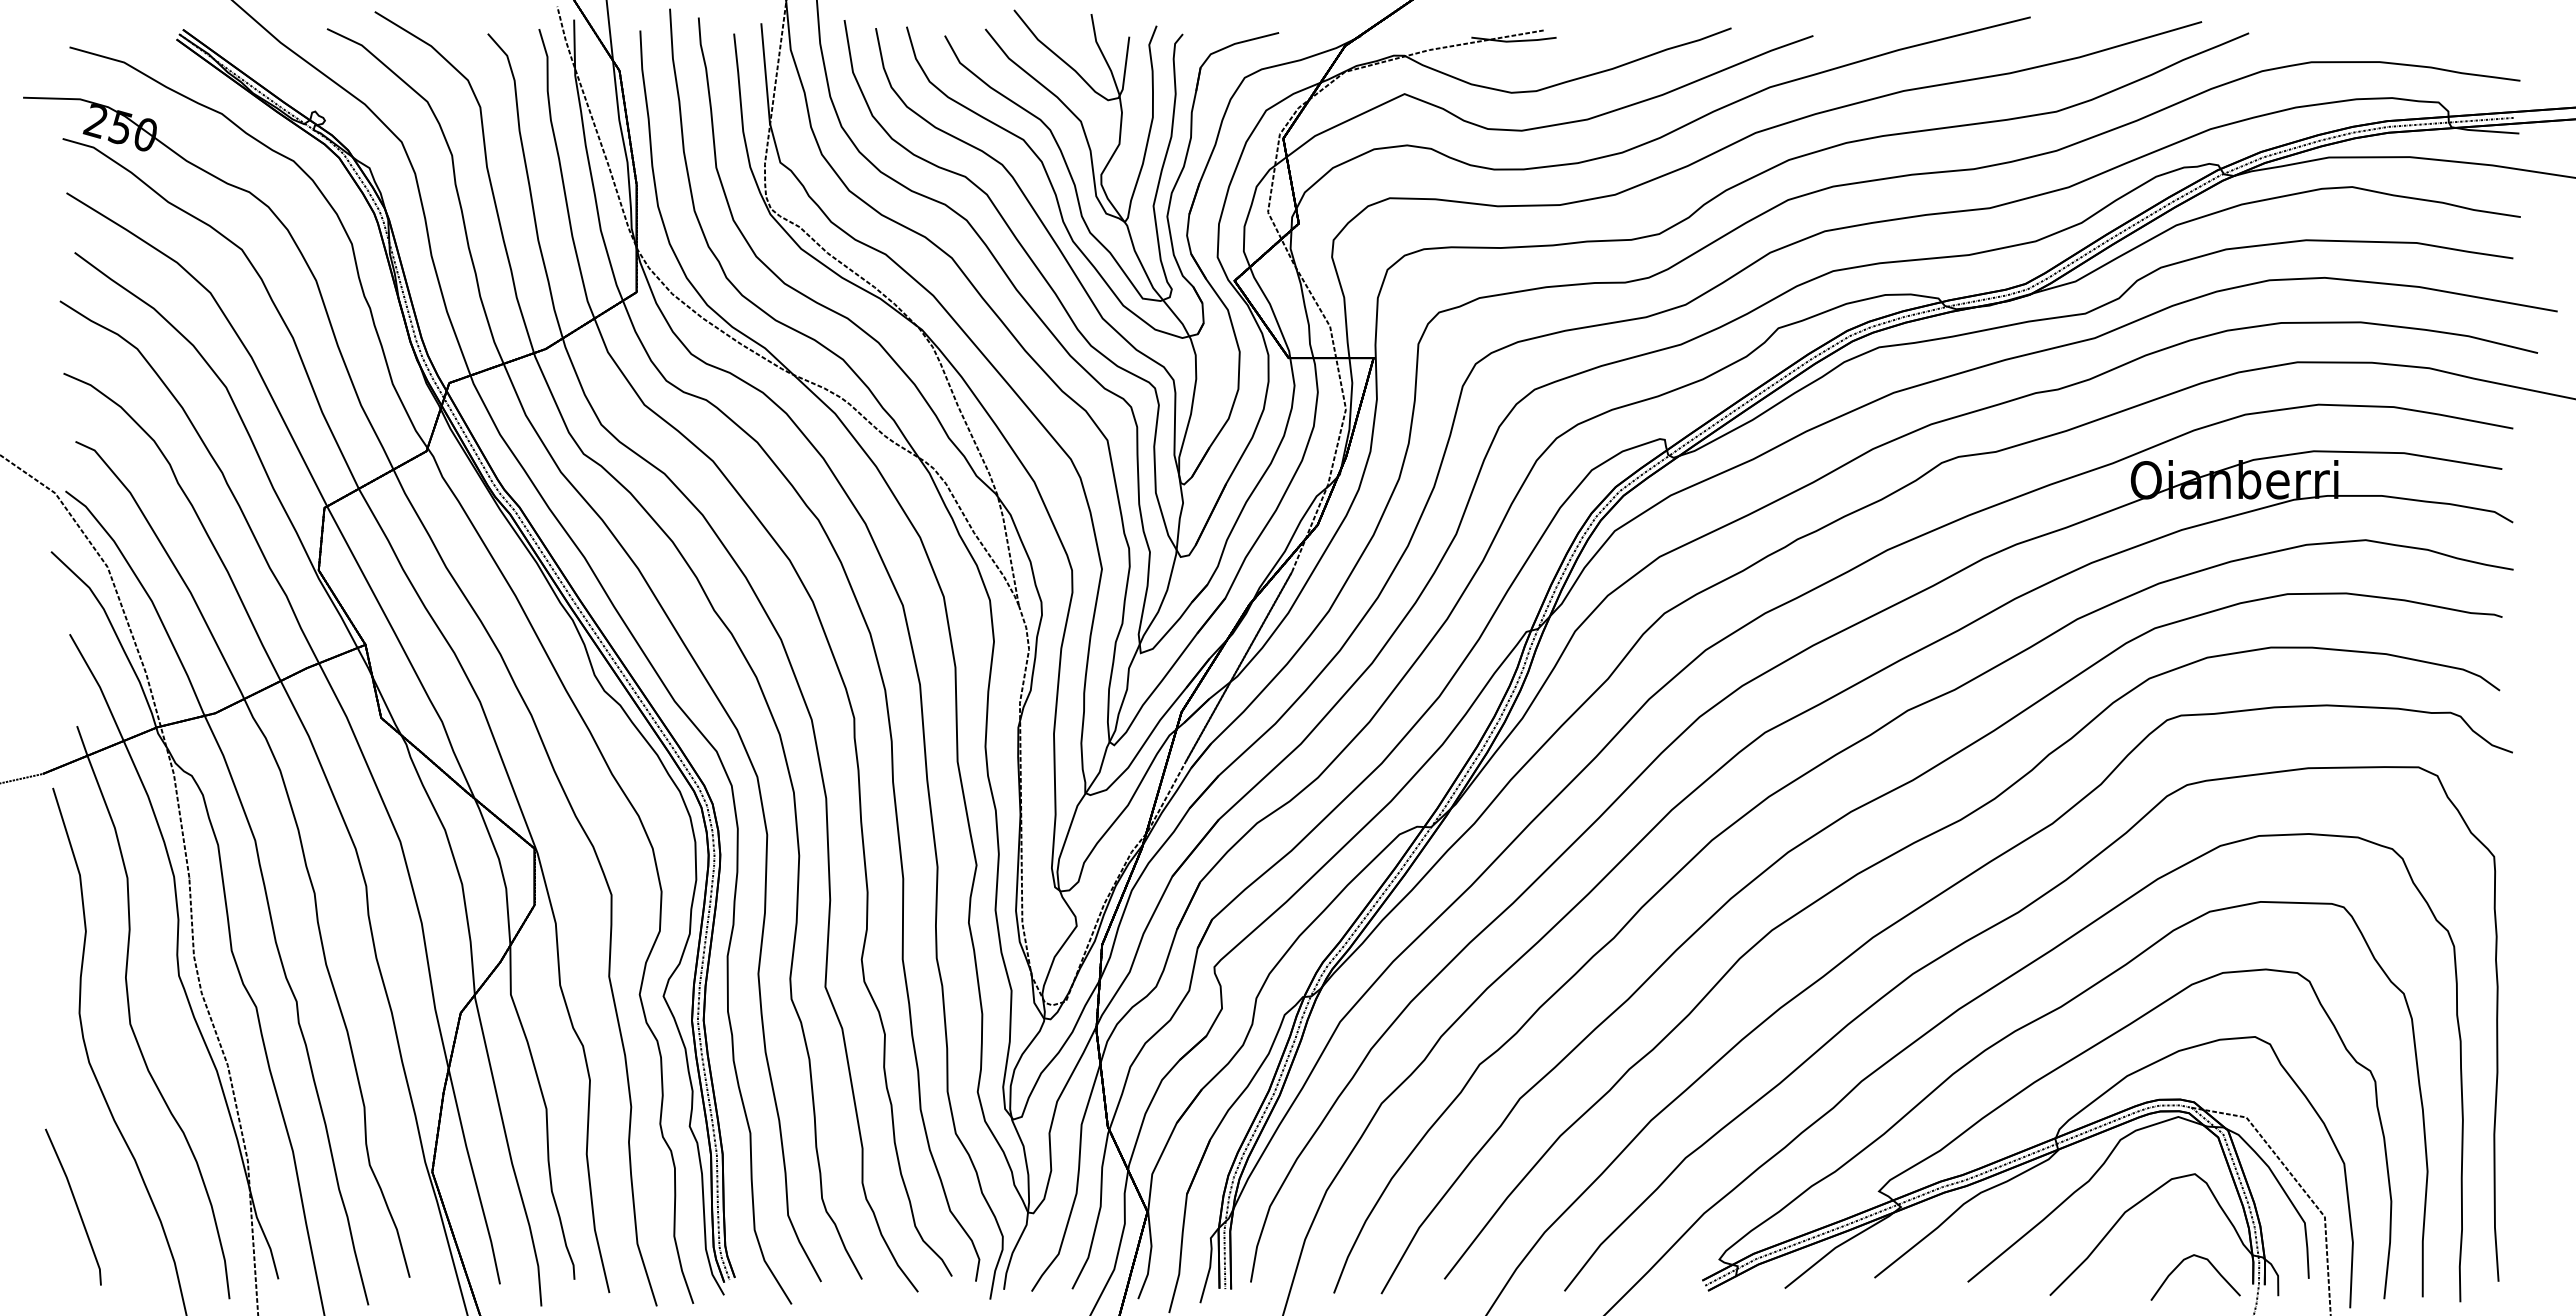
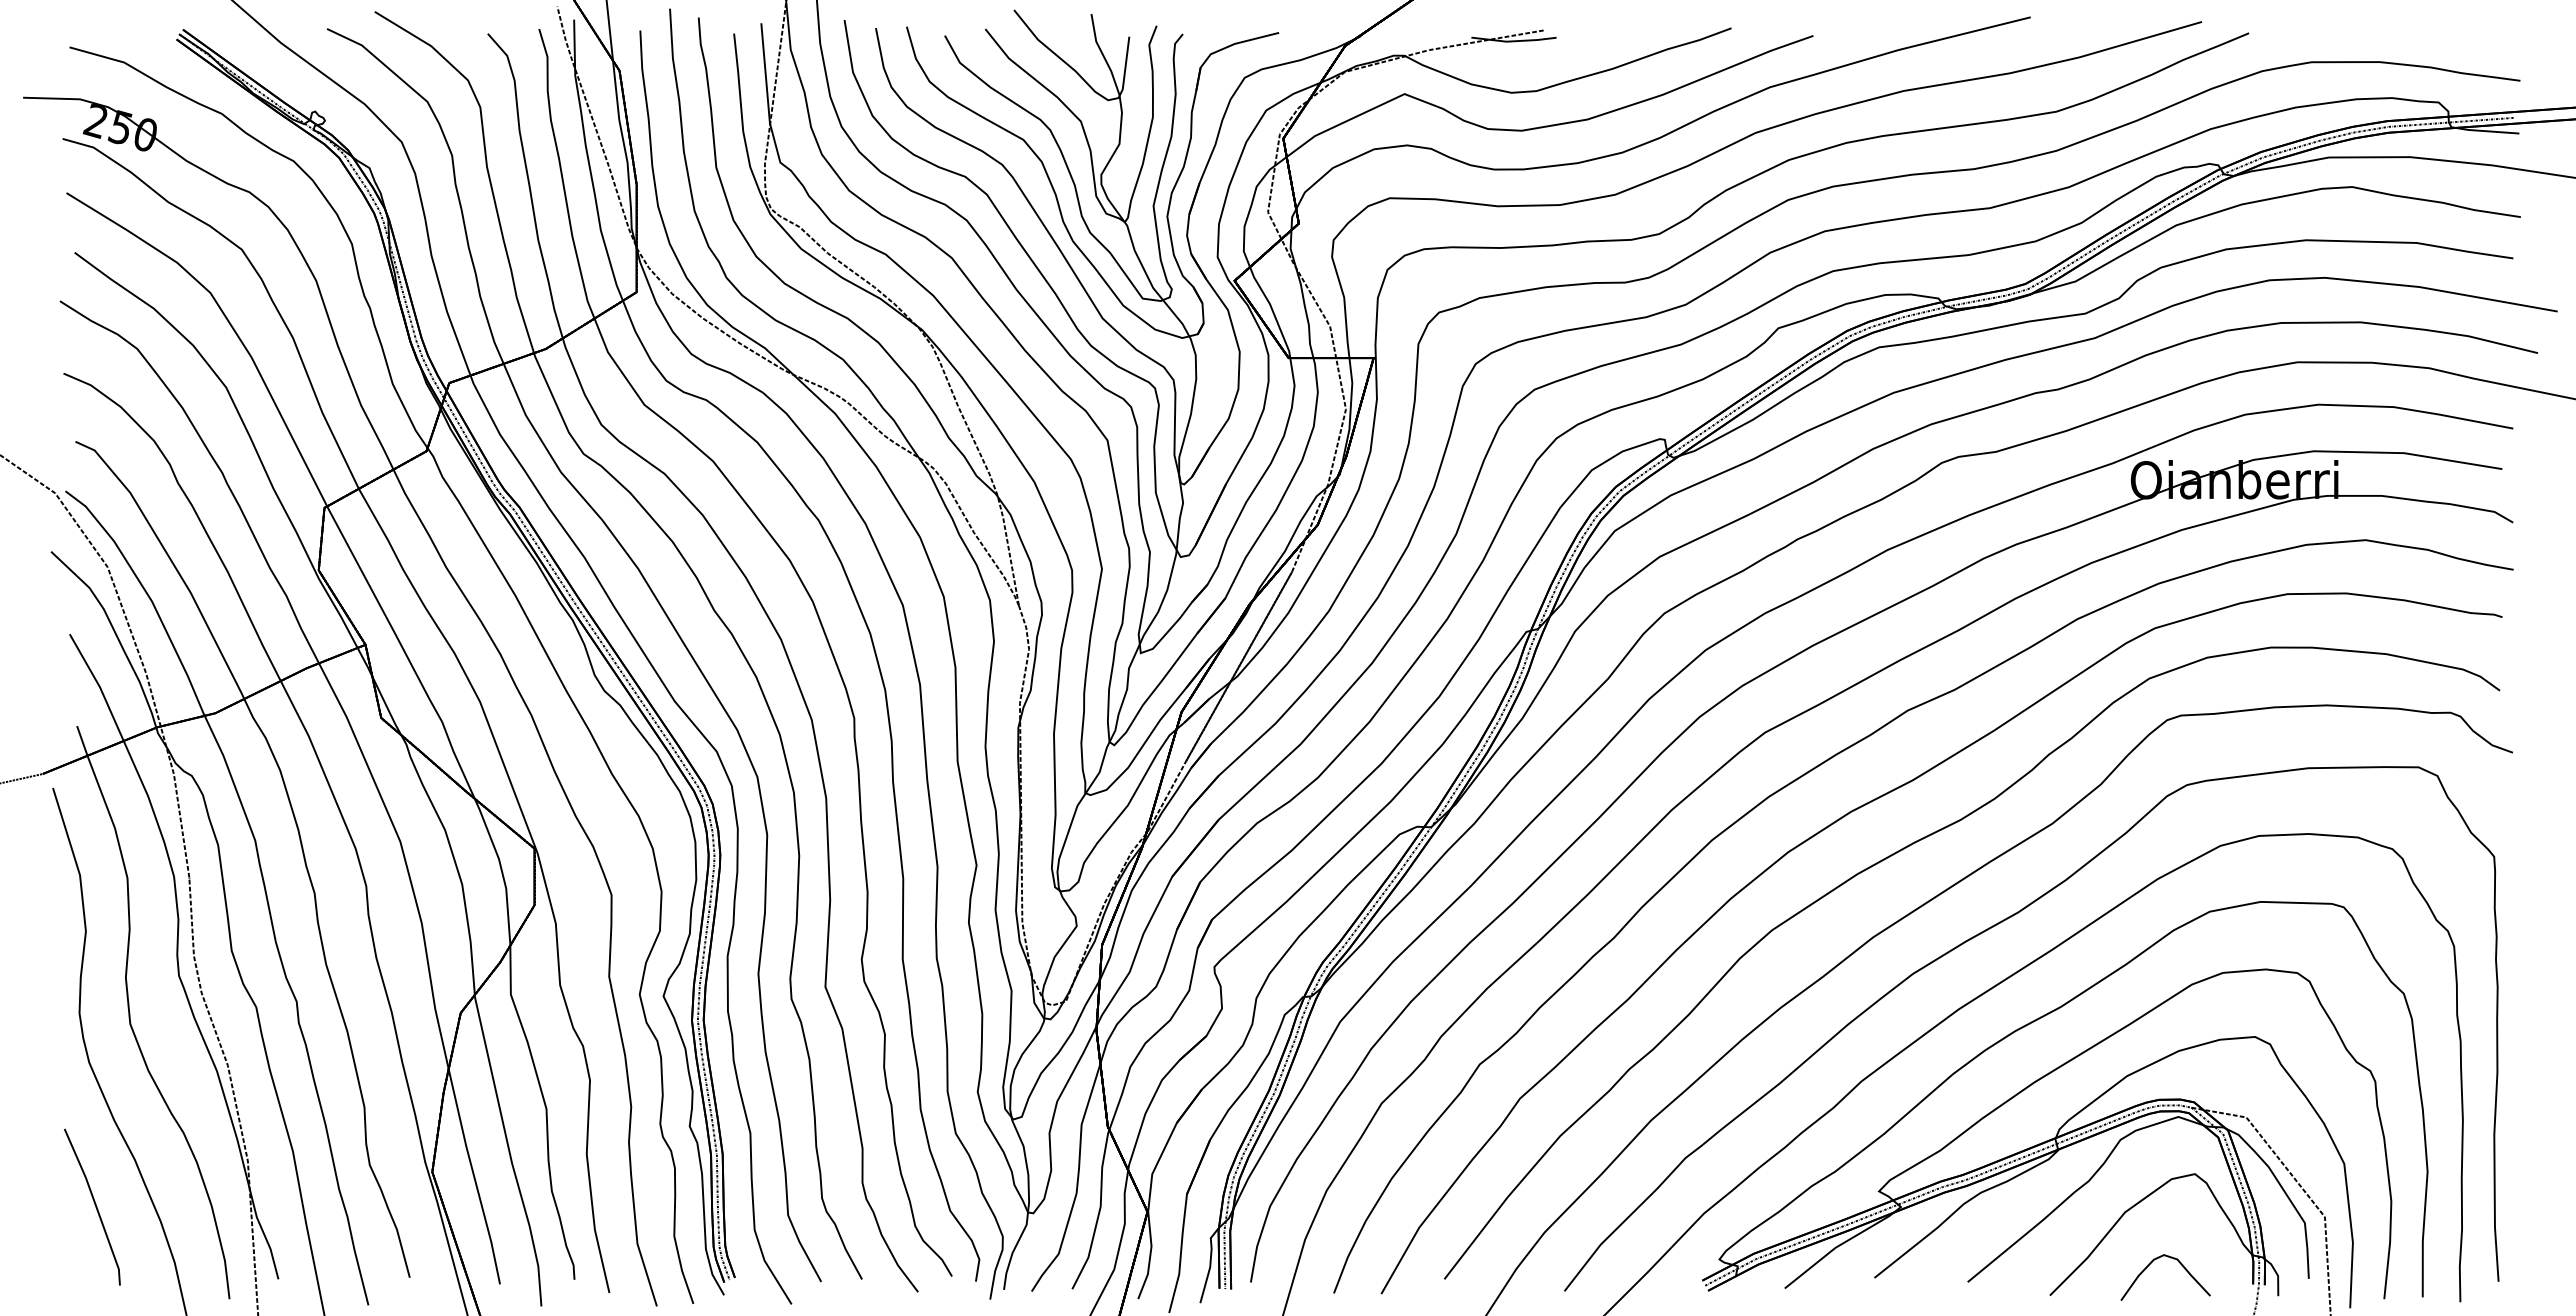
line at (75, 1205) position: (75, 1205) -> (94, 1205)
curve at (2200, 1258) position: (2200, 1258) -> (2170, 1258)
